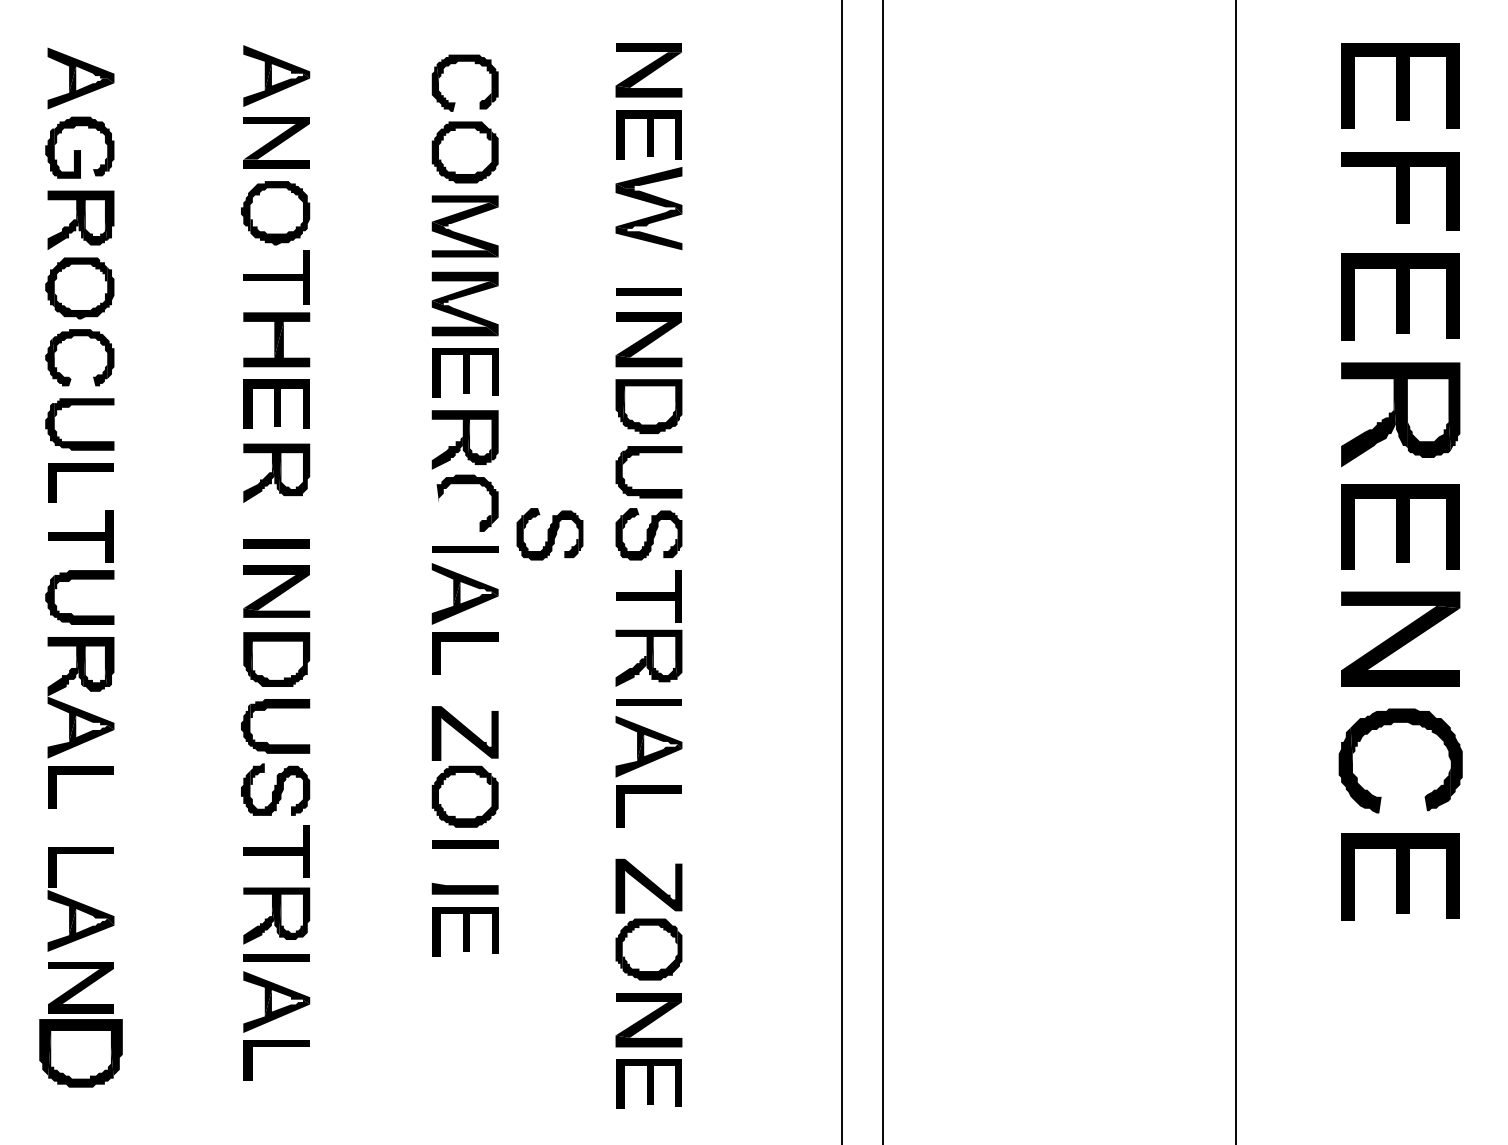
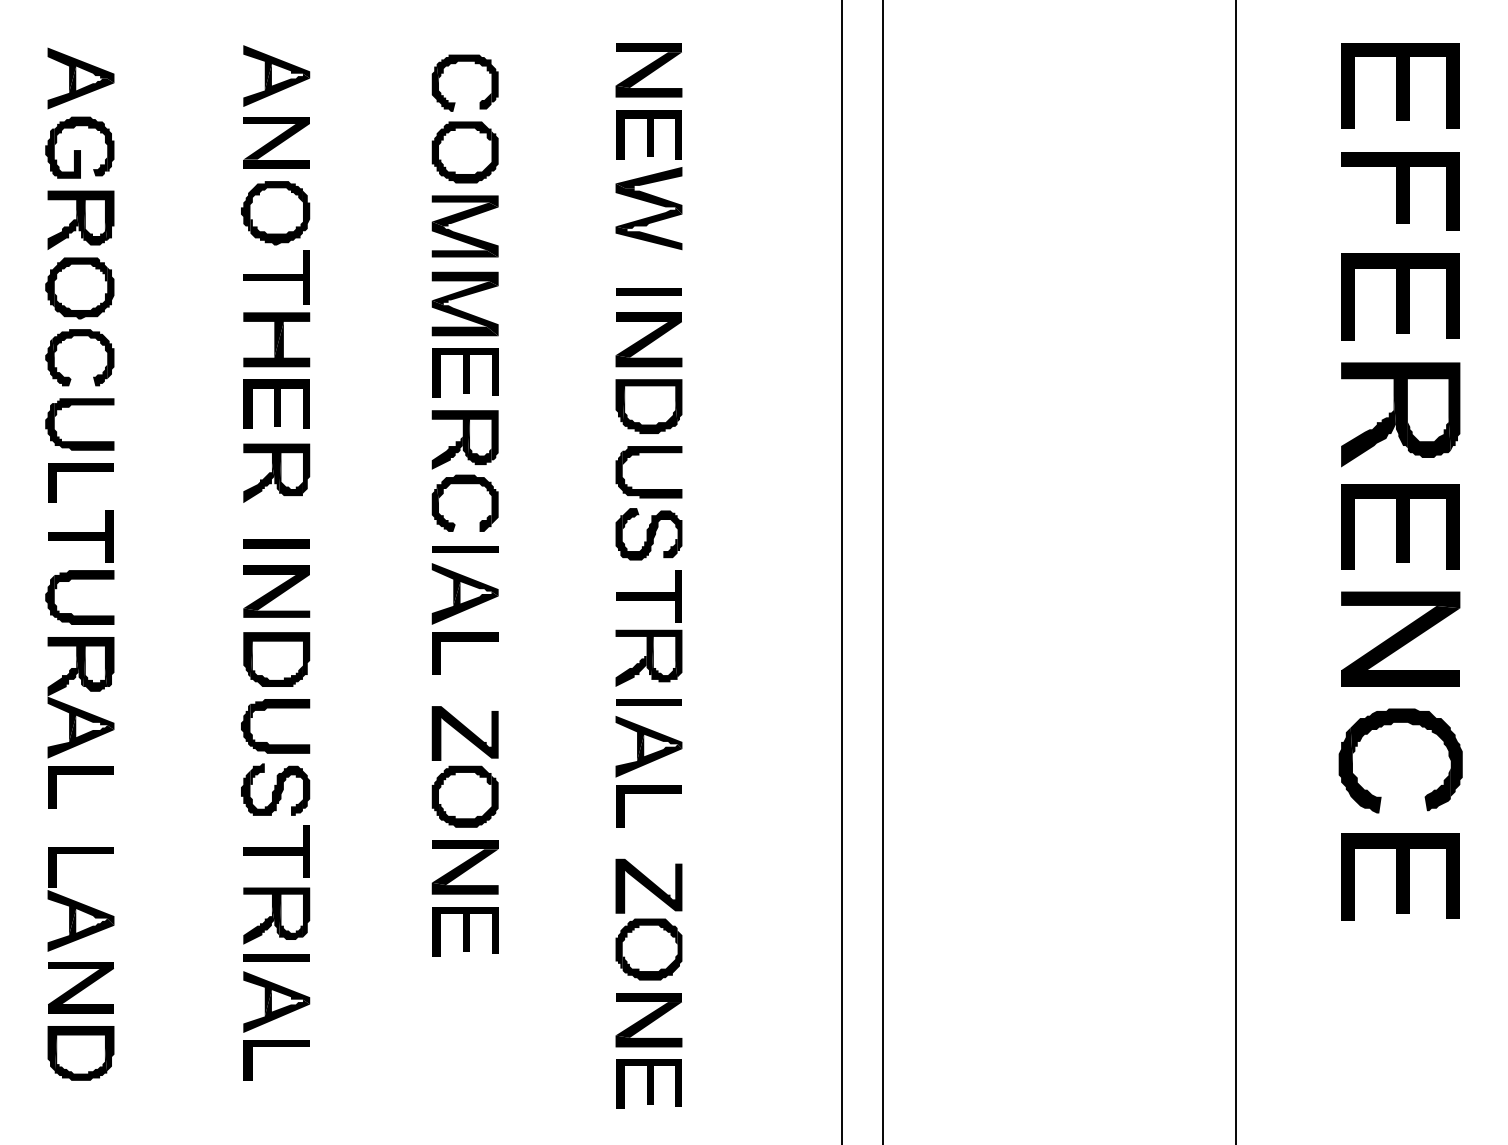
fill at (443, 507): none -> present
part at (549, 534): present -> none
fill at (464, 867): none -> present
part at (80, 1053) size: 84x69 px -> 68x55 px
